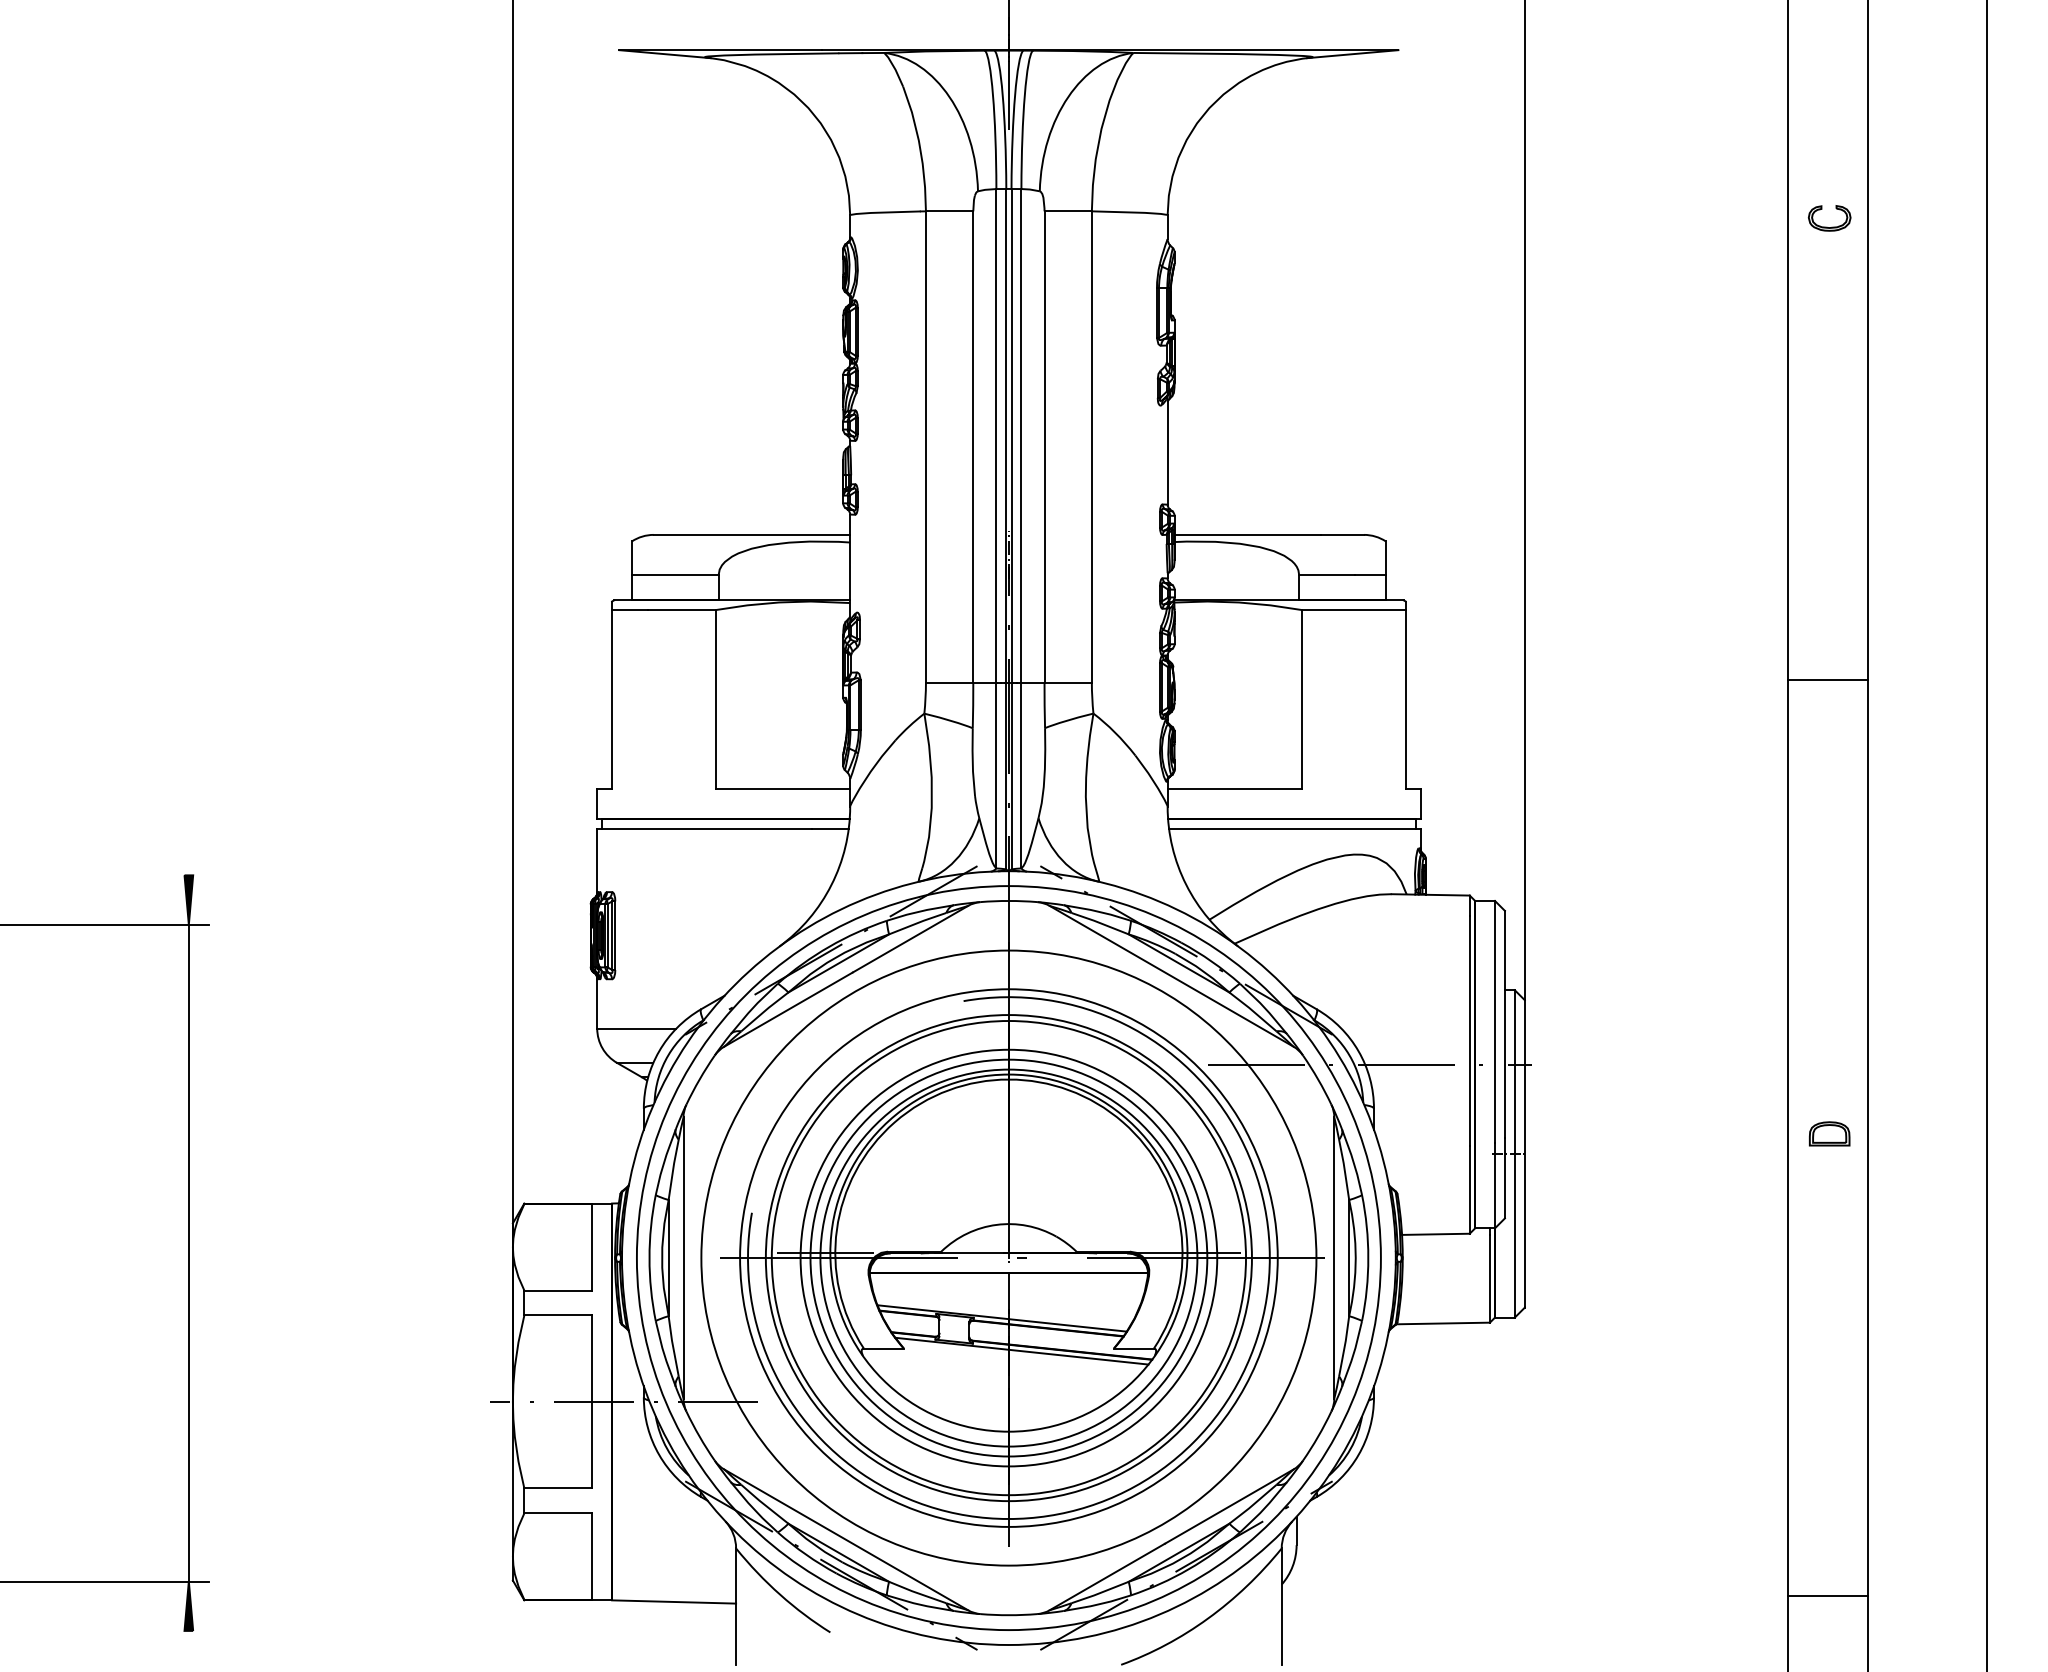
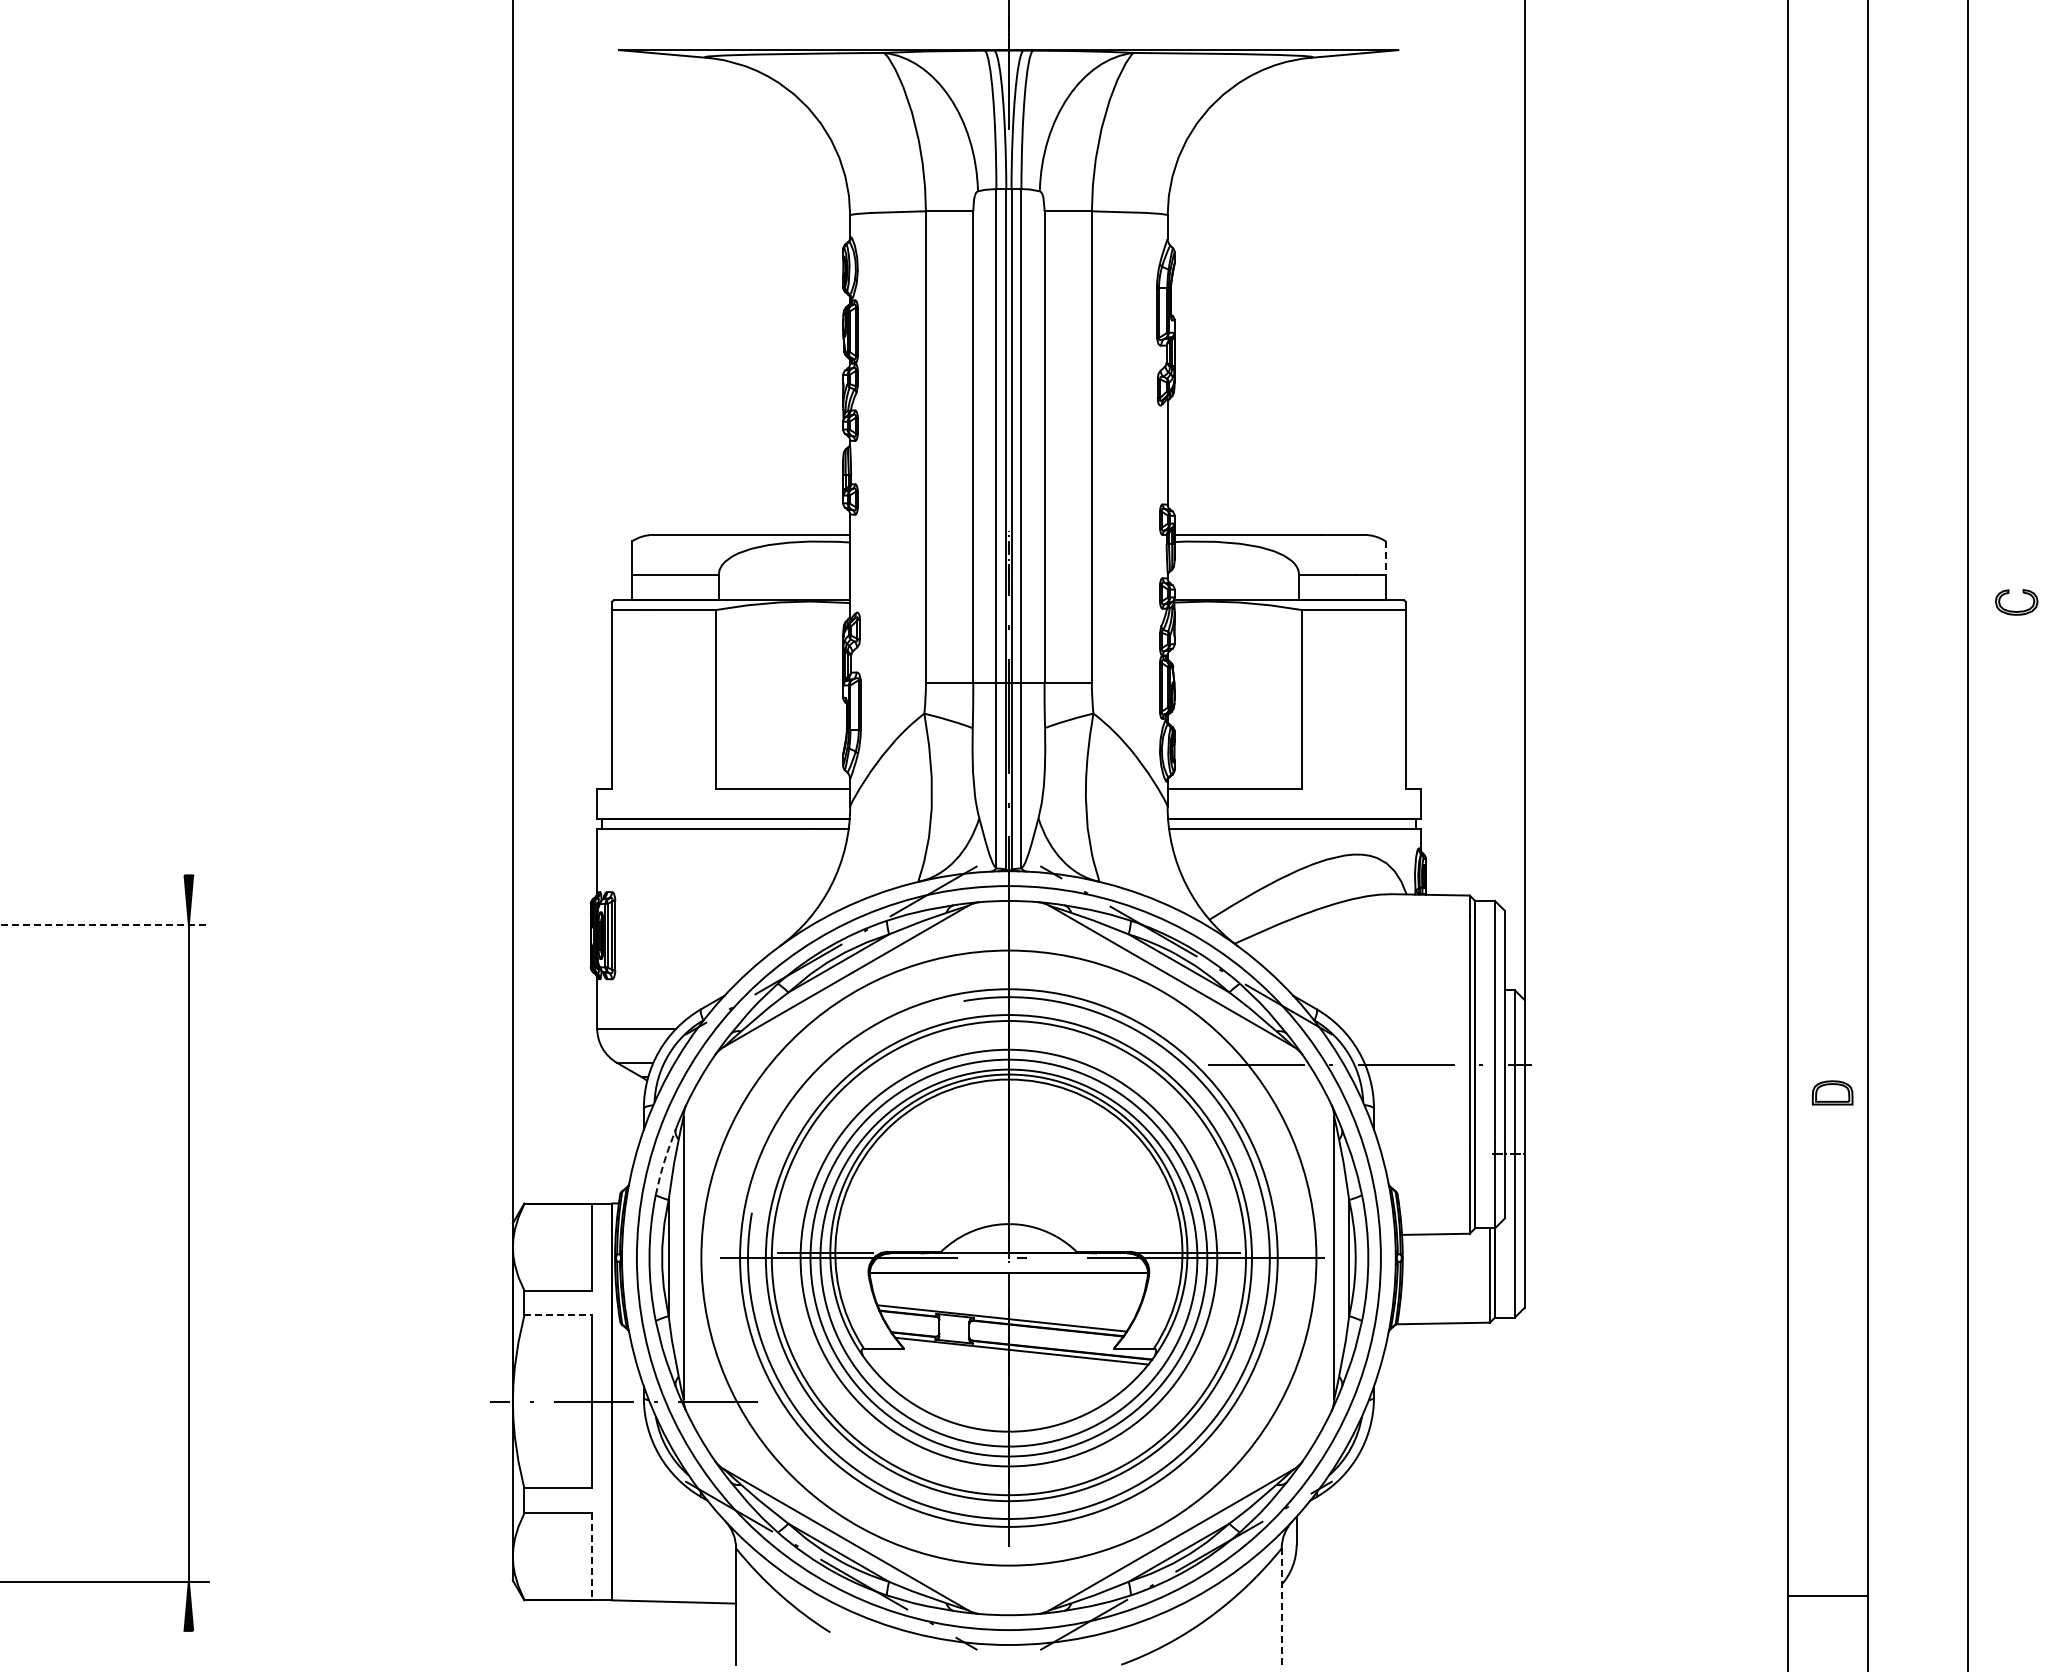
part at (1827, 226) position: (1827, 226) -> (2014, 610)
line at (1385, 558): solid -> dashed
line at (1827, 679): present -> none
line at (1986, 835) position: (1986, 835) -> (1967, 835)
line at (104, 924): solid -> dashed
part at (1829, 1133) position: (1829, 1133) -> (1832, 1092)
line at (664, 1161): solid -> dashed
line at (558, 1315): solid -> dashed
line at (592, 1557): solid -> dashed
line at (1281, 1607): solid -> dashed
